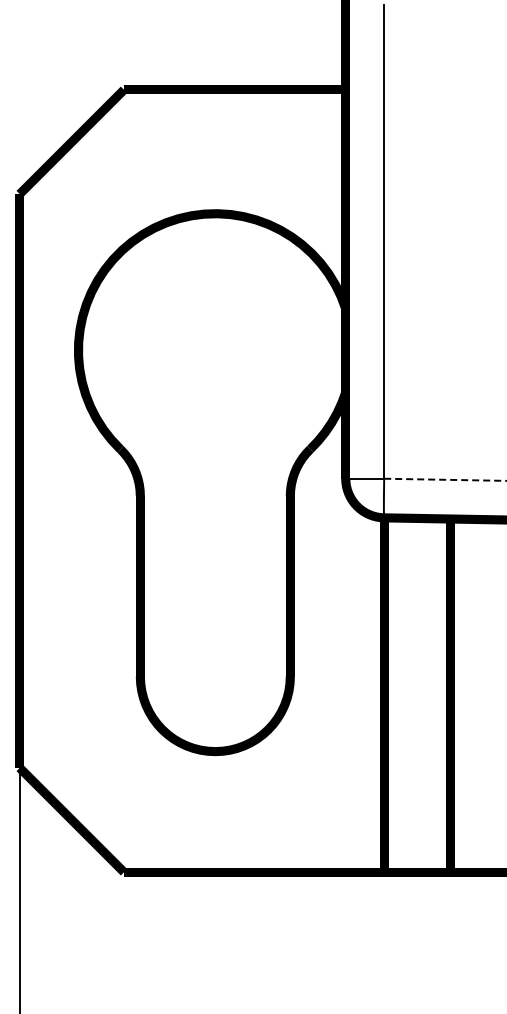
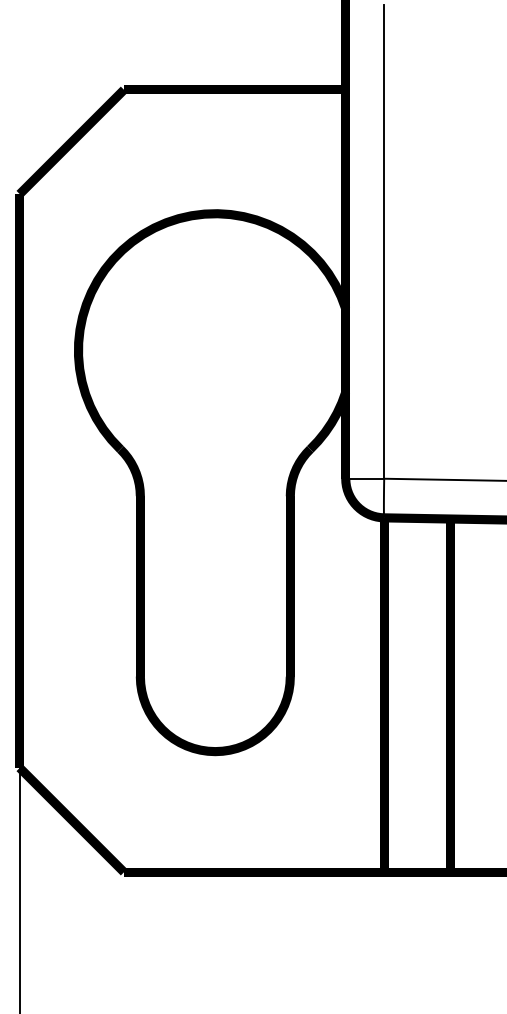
line at (445, 479): dashed -> solid
